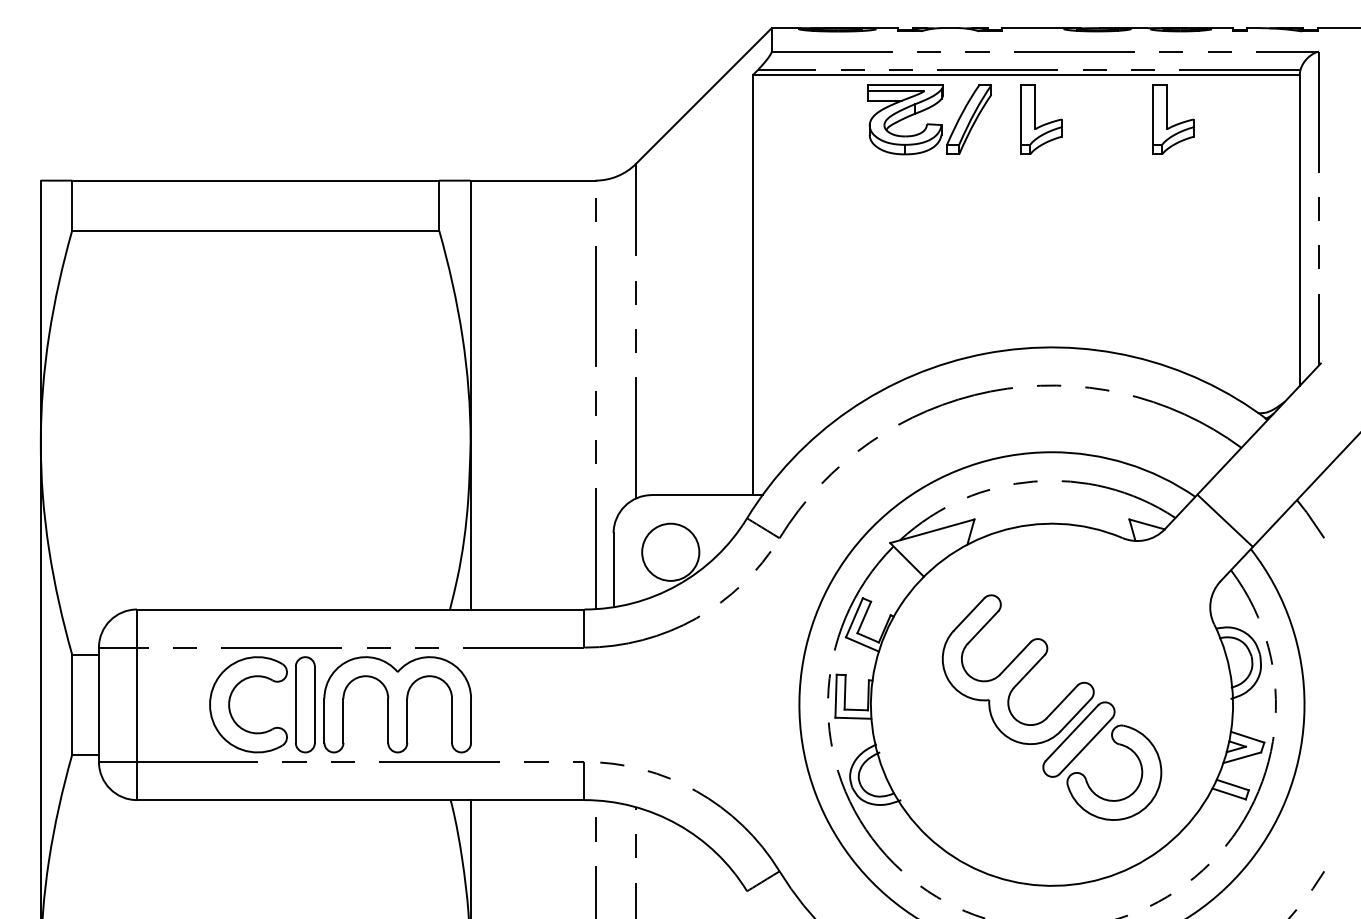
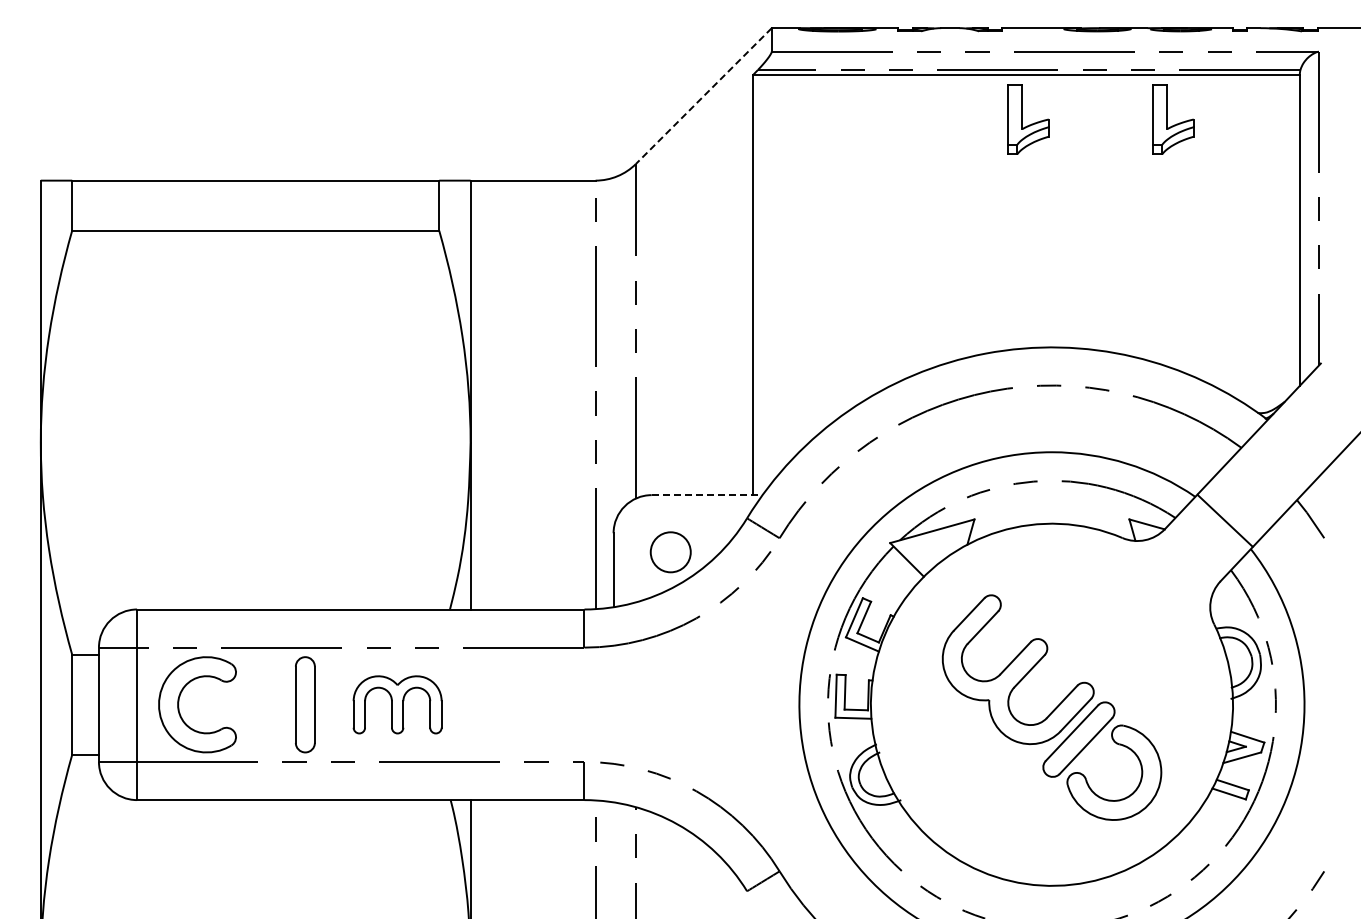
line at (703, 96): solid -> dashed
part at (929, 119): present -> none
part at (1041, 119) position: (1041, 119) -> (1028, 119)
line at (707, 495): solid -> dashed
circle at (670, 551) diameter: 57 px -> 40 px
part at (230, 704) position: (230, 704) -> (179, 704)
part at (397, 704) size: 149x98 px -> 91x60 px
